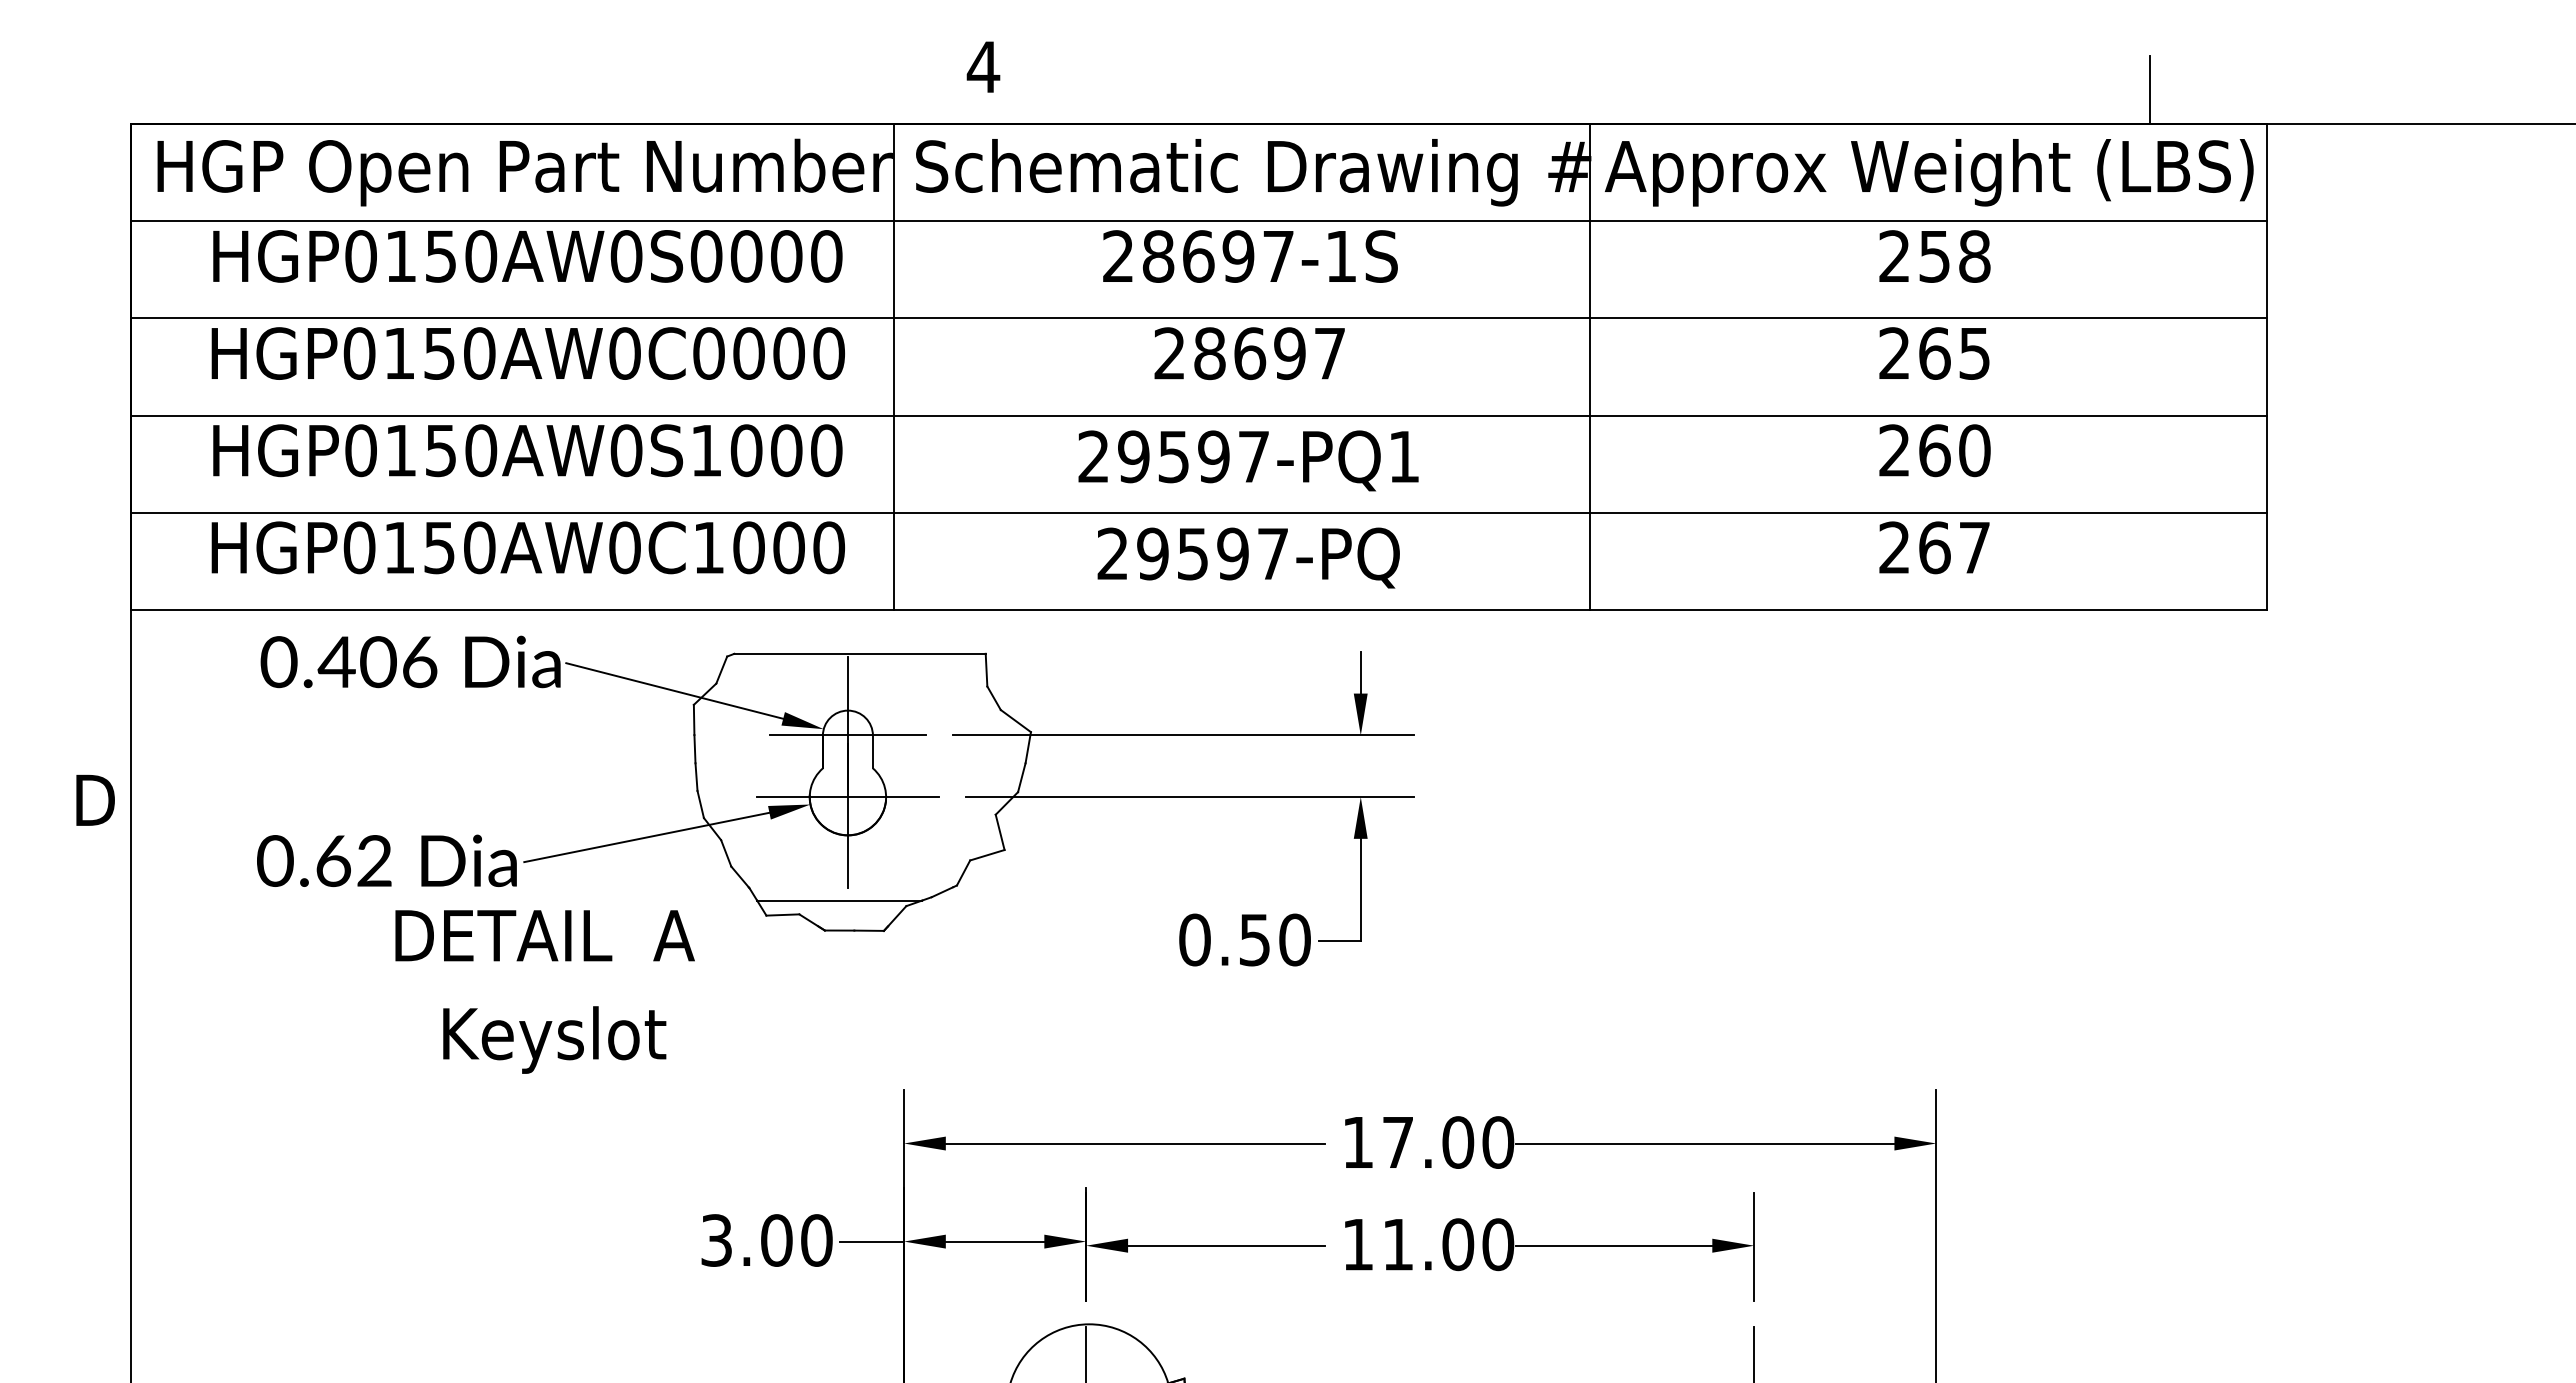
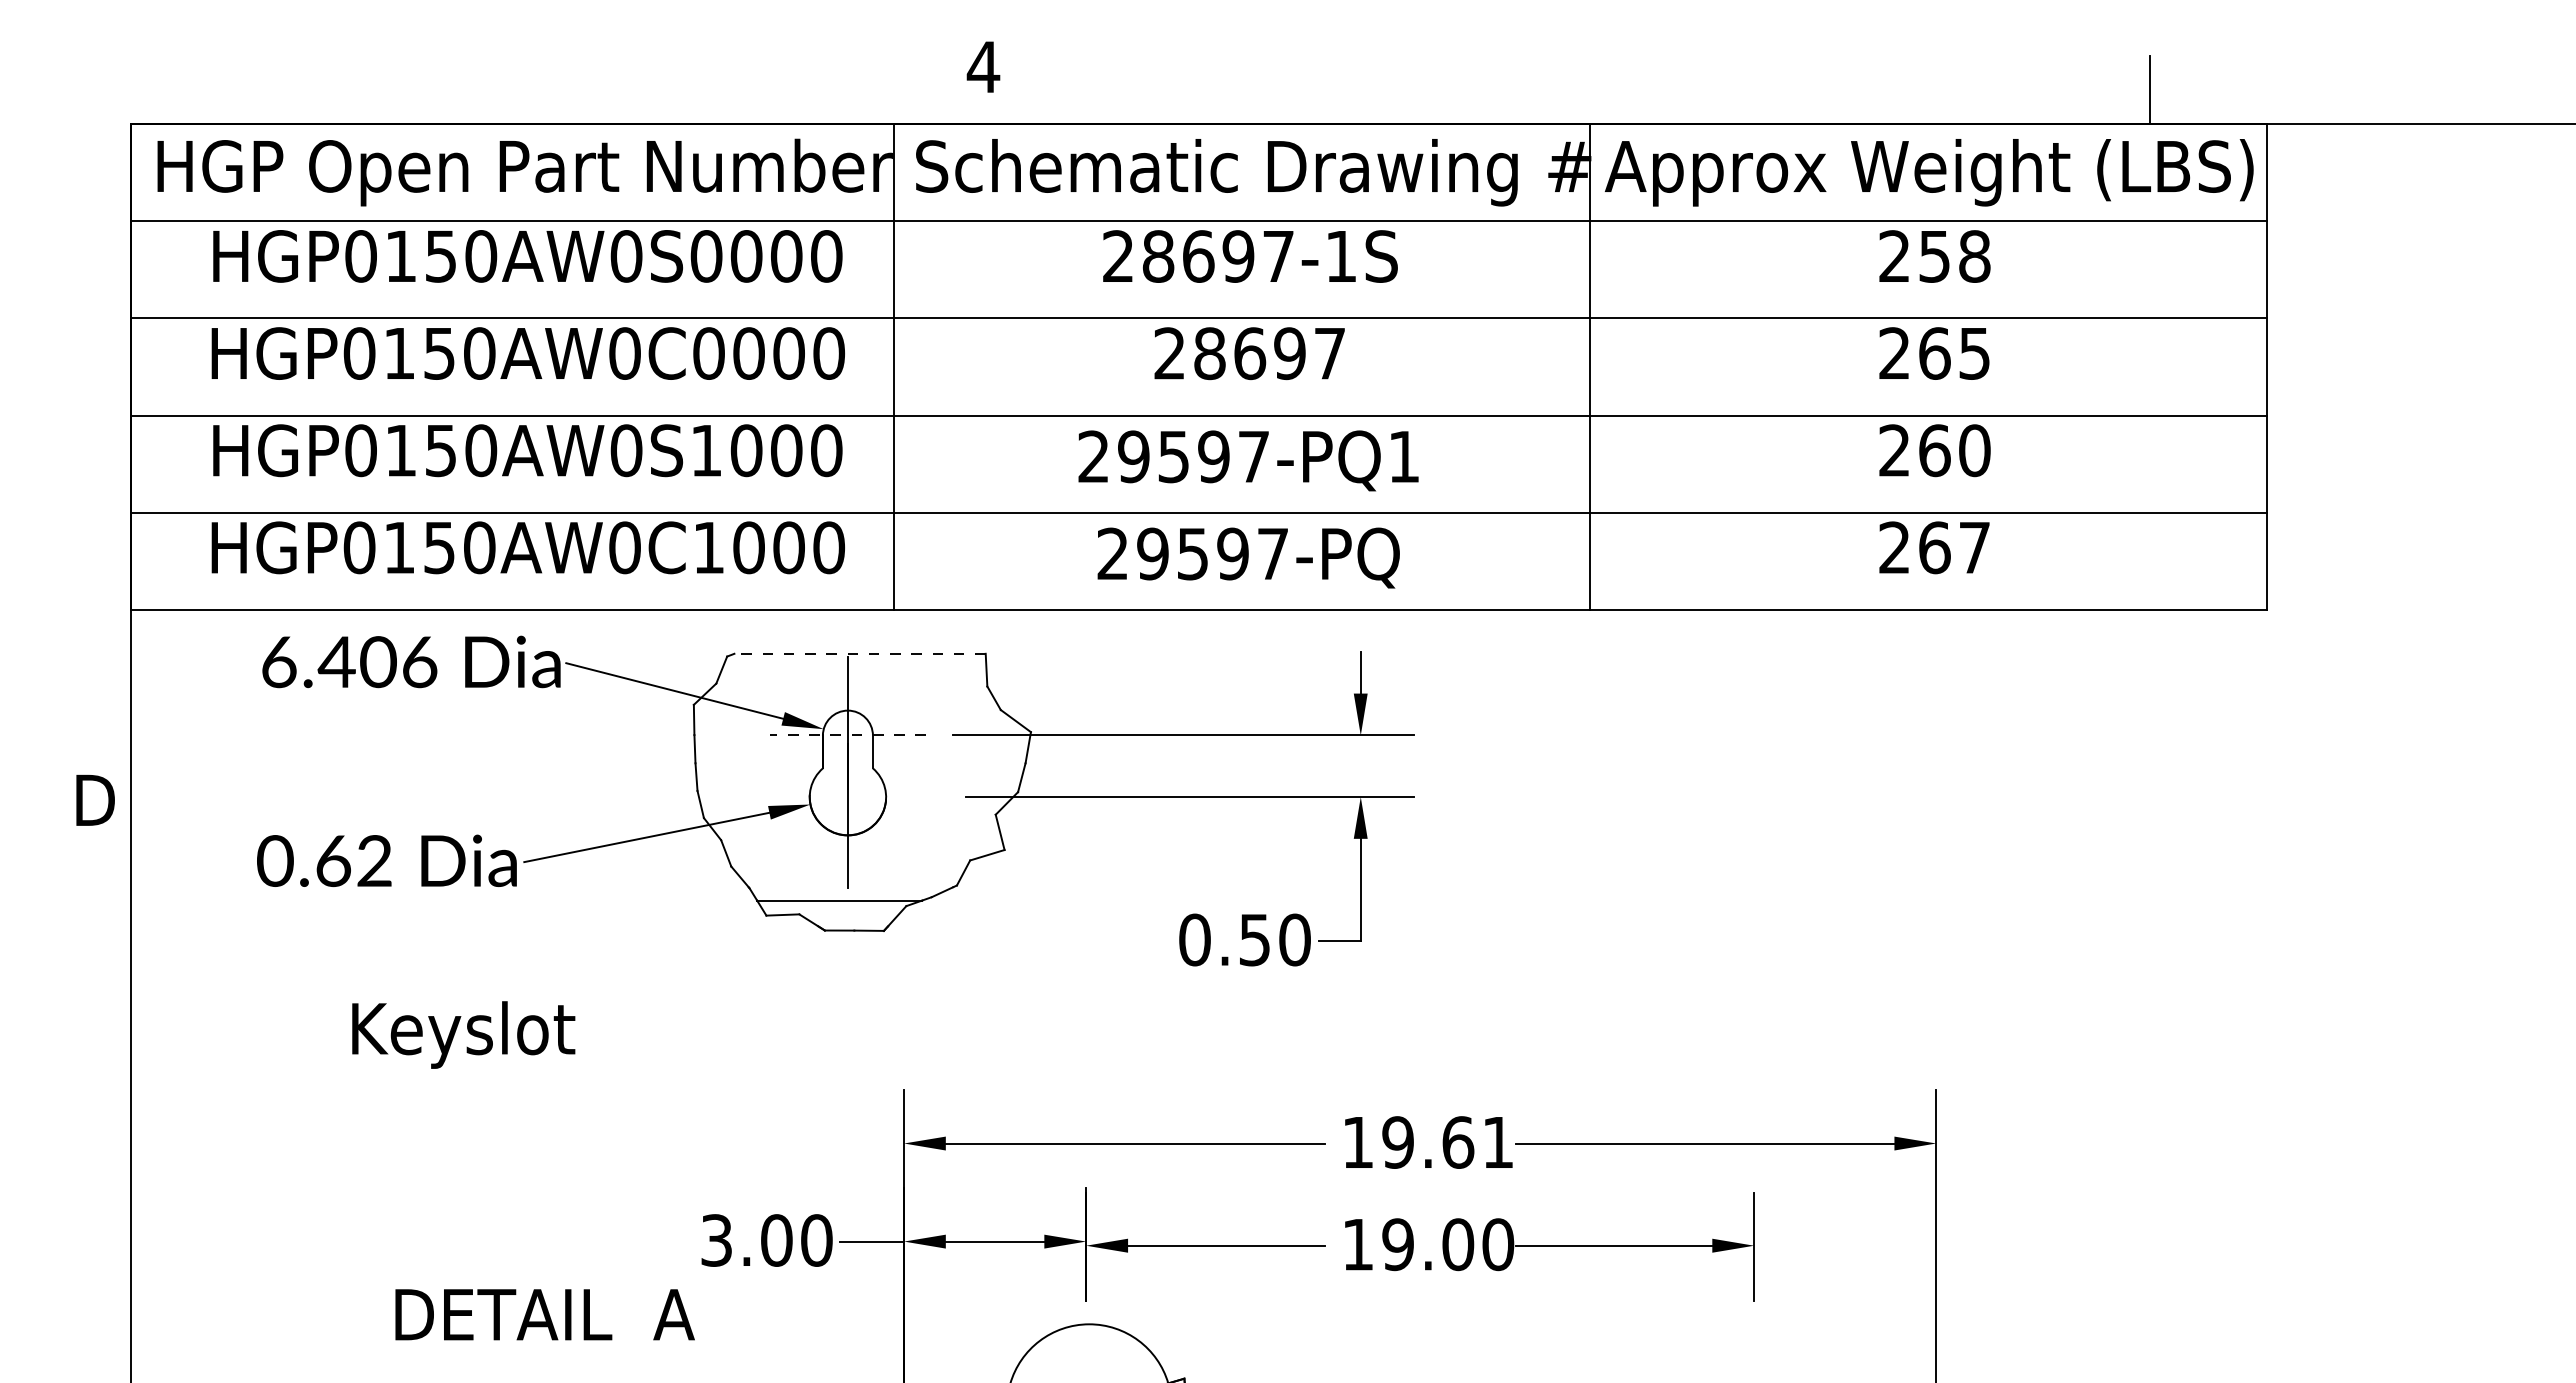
line at (860, 653): solid -> dashed
text at (278, 661): 0.406 -> 6.406
line at (847, 735): solid -> dashed
line at (847, 797): present -> none
text at (544, 935) position: (544, 935) -> (544, 1314)
text at (554, 1039) position: (554, 1039) -> (463, 1034)
text at (1448, 1142): 17.00 -> 19.61
text at (1397, 1244): 11.00 -> 19.00
line at (1086, 1353): present -> none
line at (1754, 1353): present -> none
